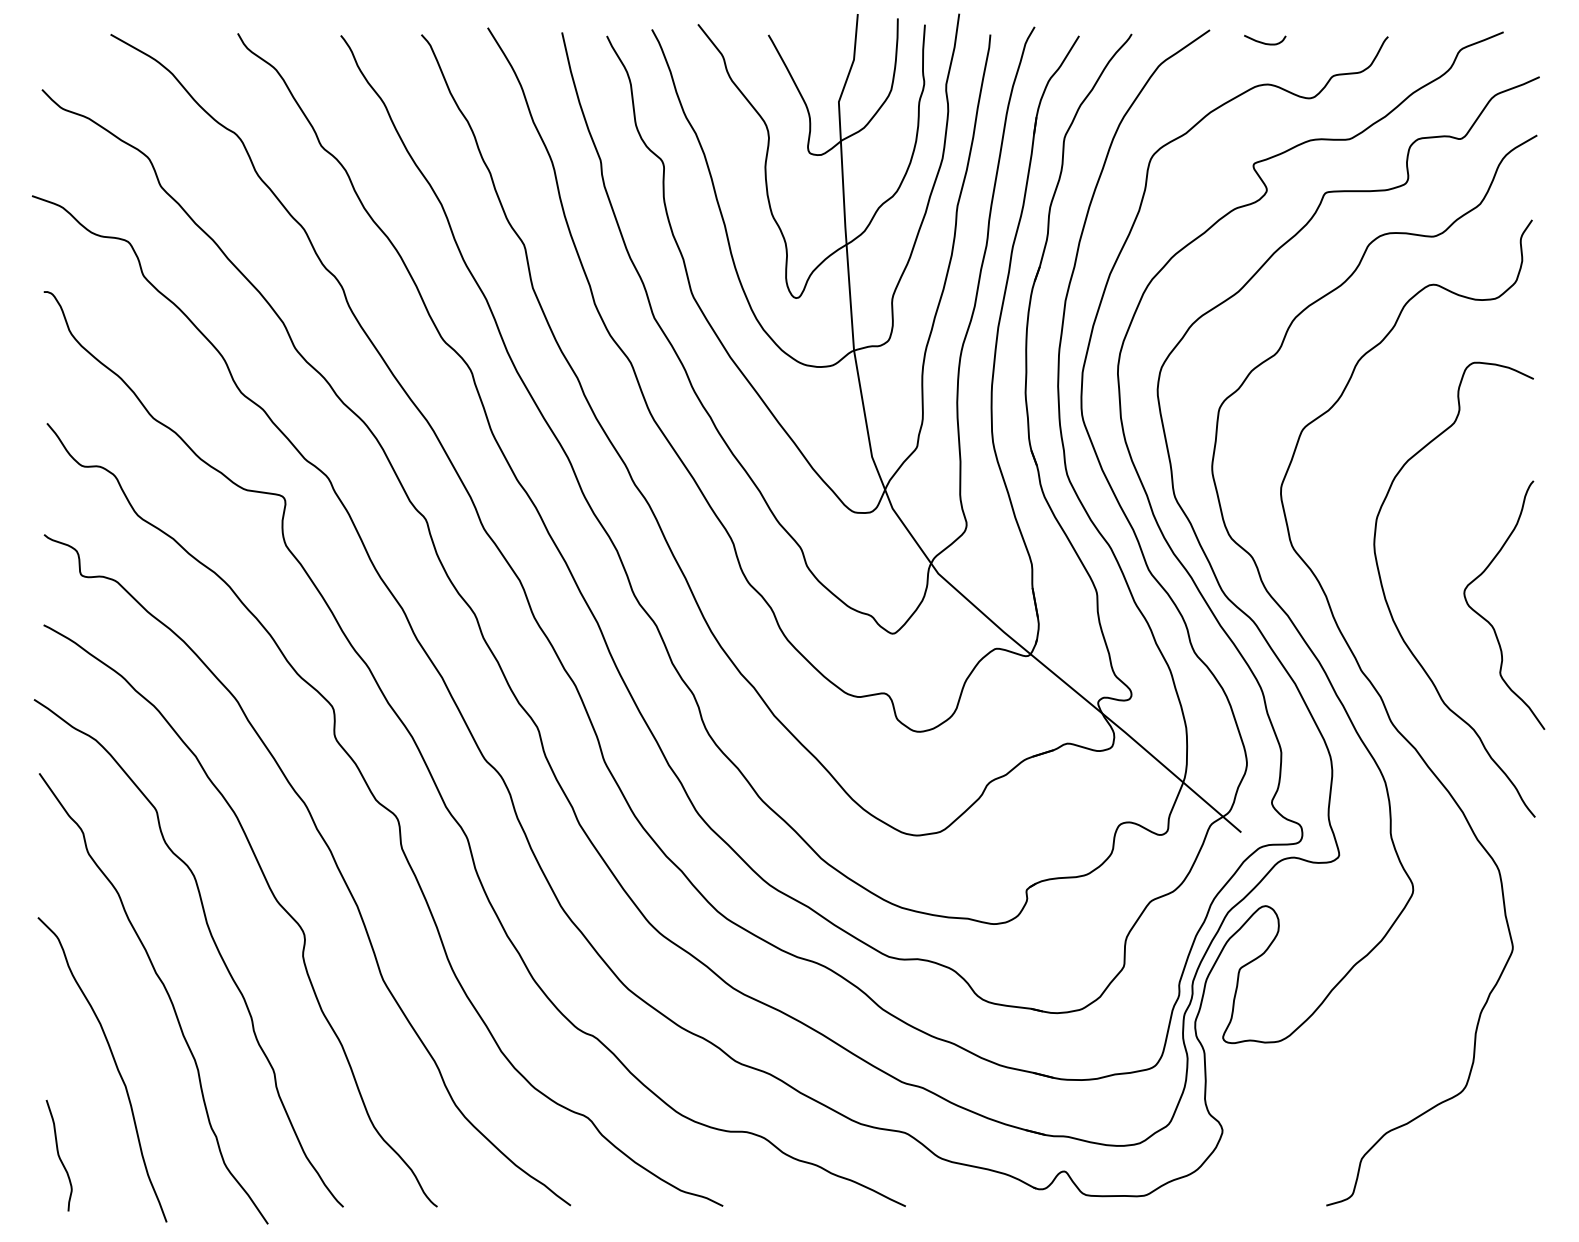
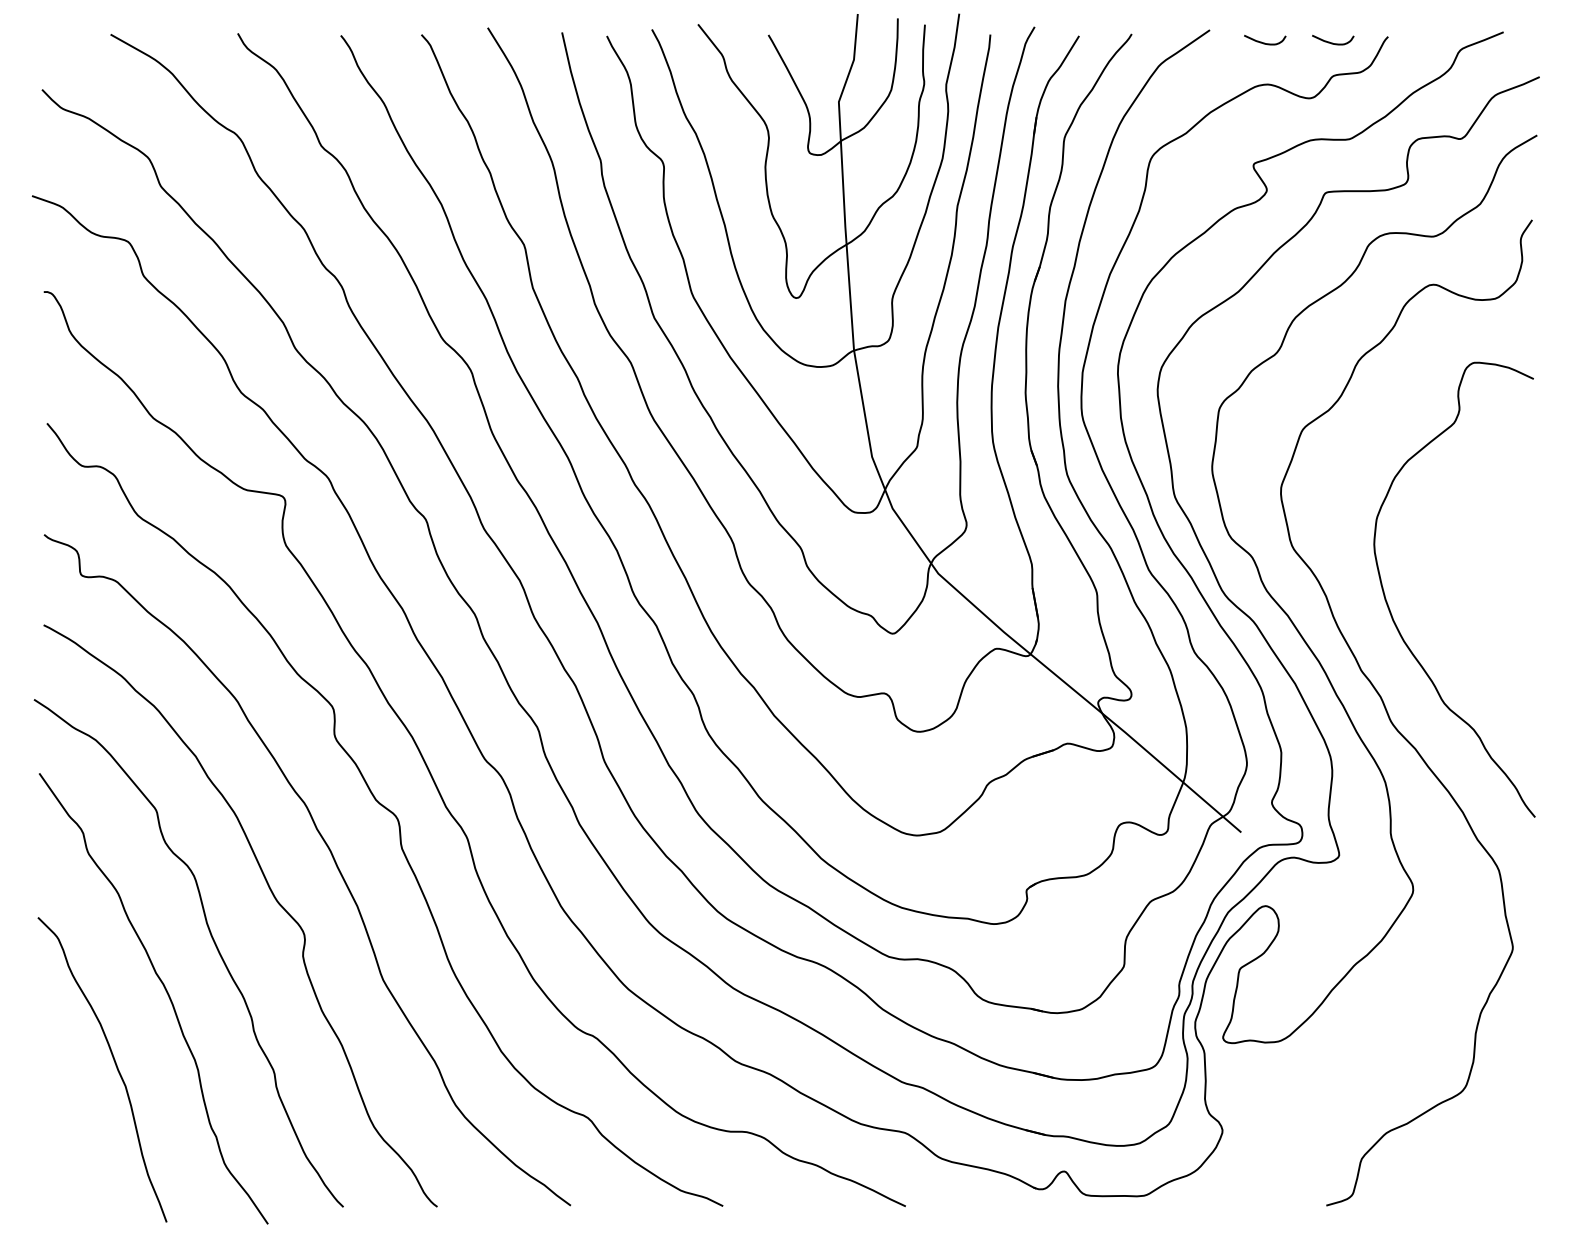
curve at (1332, 42): none -> present
curve at (1489, 621): present -> none
curve at (58, 1155): present -> none
